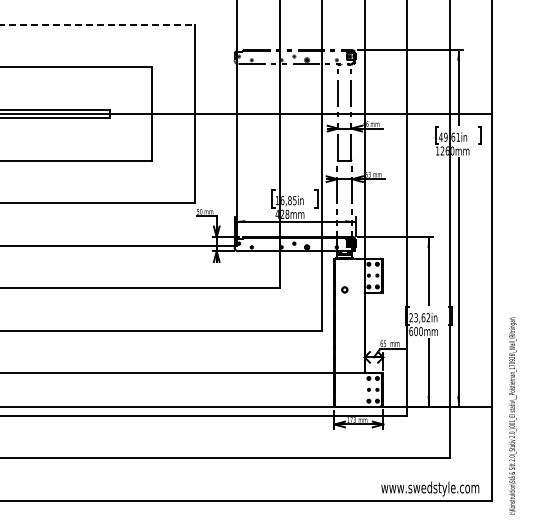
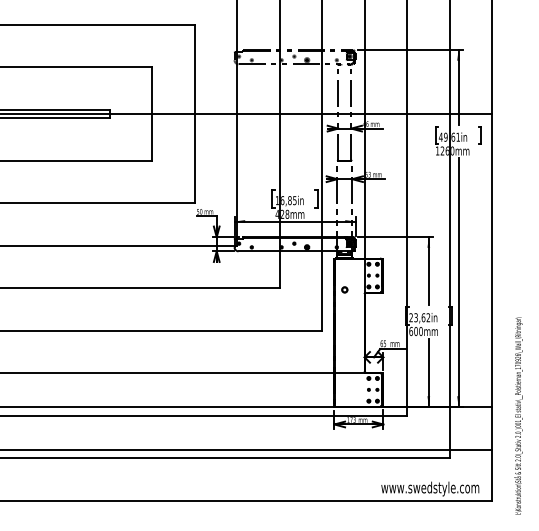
line at (97, 24): dashed -> solid
text at (512, 415) position: (512, 415) -> (518, 415)
line at (247, 449): none -> present
